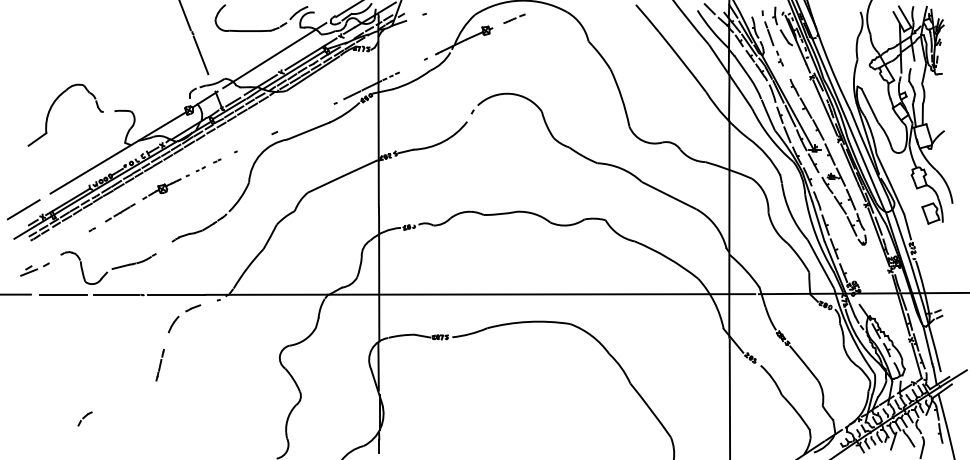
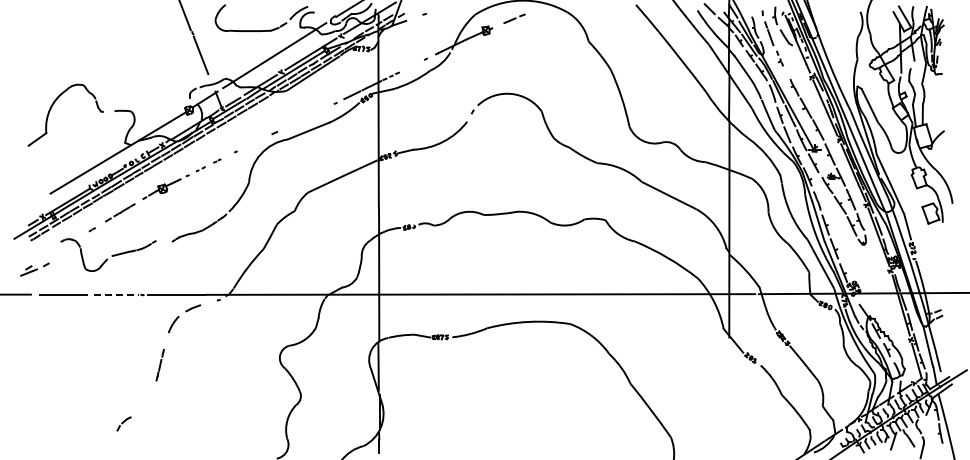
line at (23, 209): present -> none
part at (108, 267) position: (108, 267) -> (108, 254)
line at (116, 294): solid -> dashed
line at (729, 397): present -> none
part at (84, 418) position: (84, 418) -> (123, 423)
